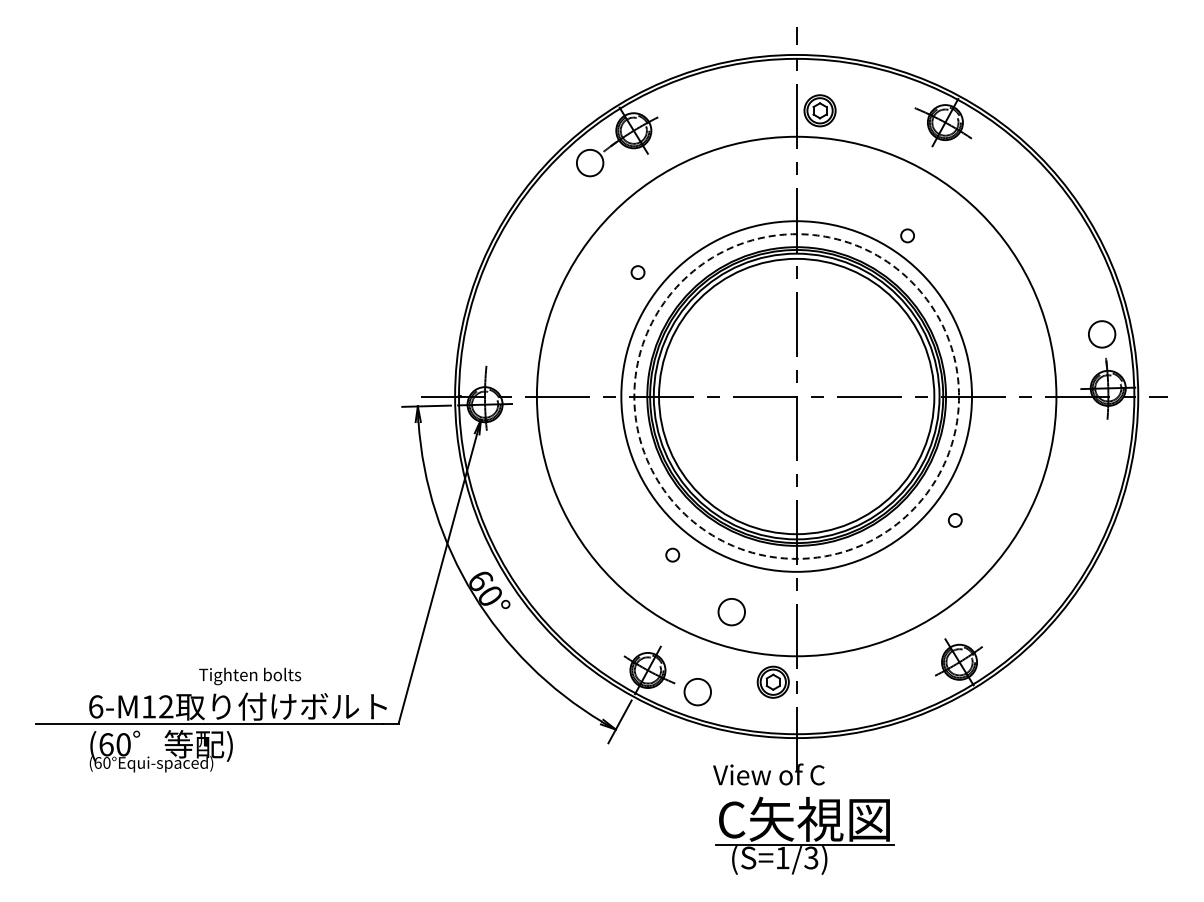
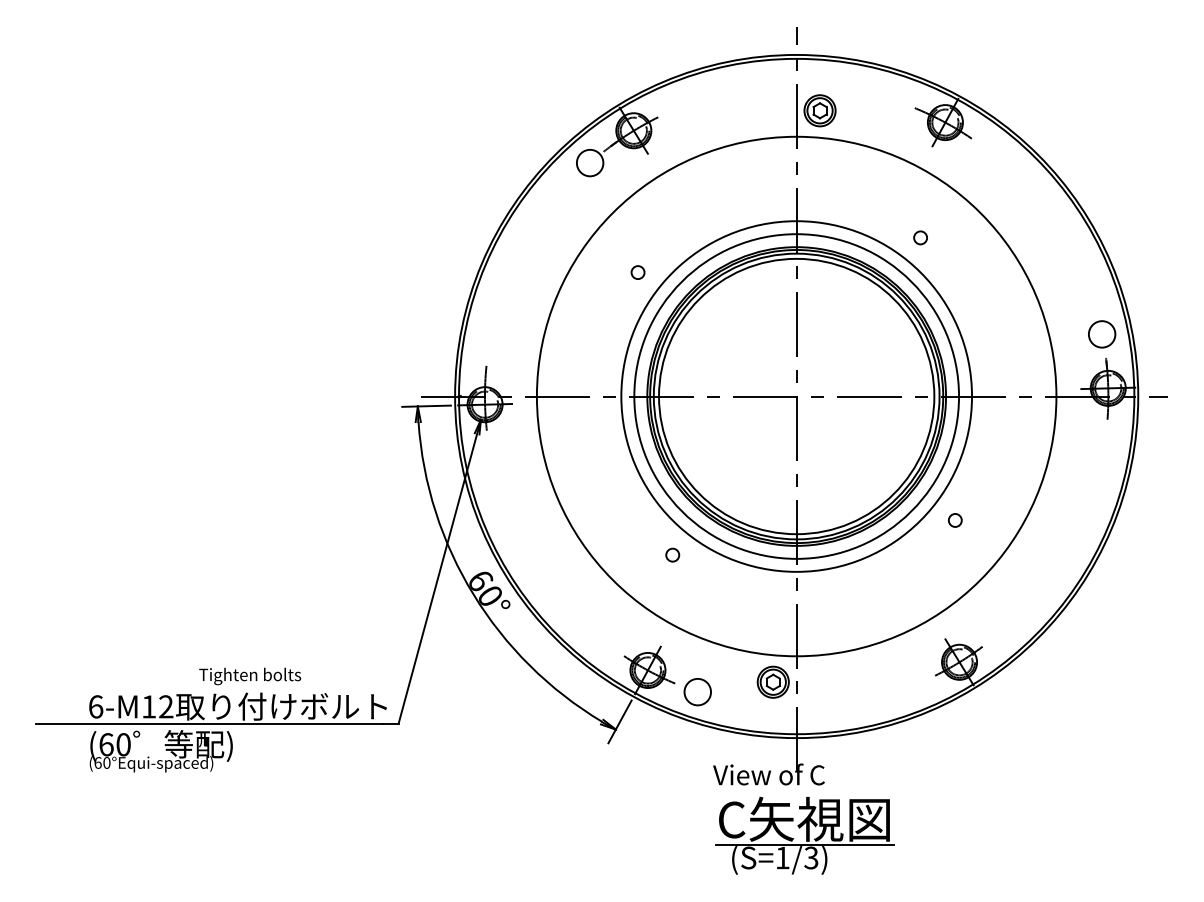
circle at (907, 235) position: (907, 235) -> (920, 237)
circle at (796, 396): dashed -> solid
circle at (731, 612): present -> none
